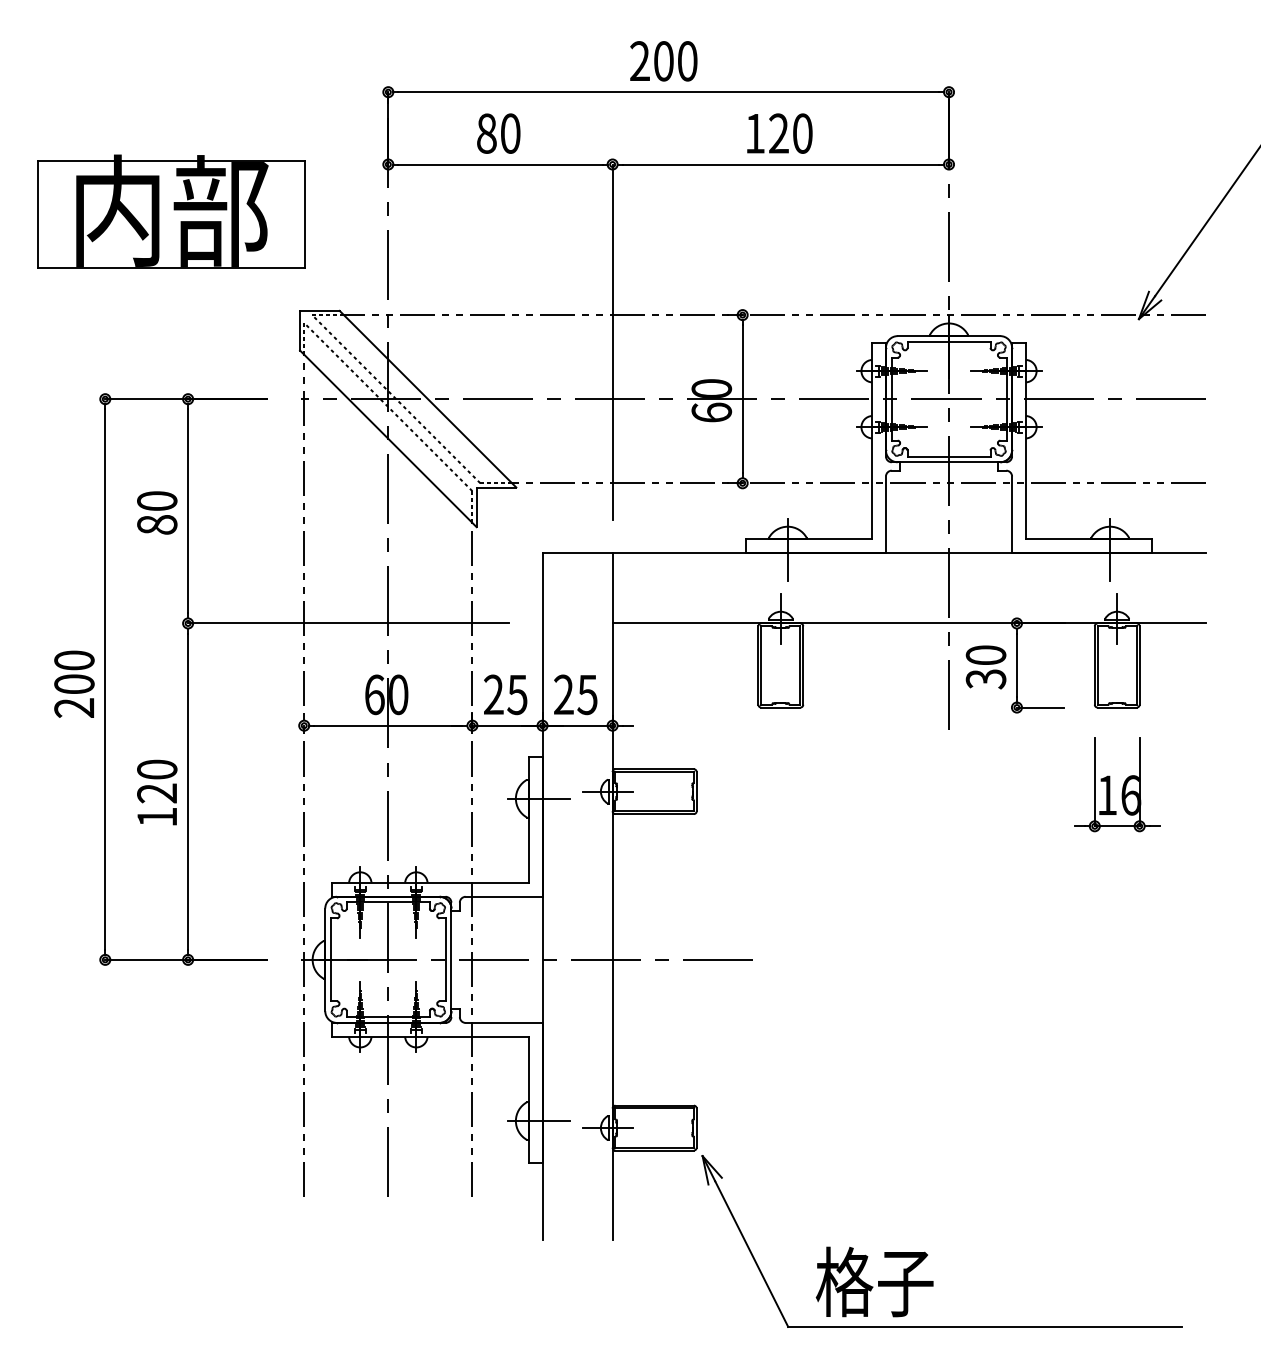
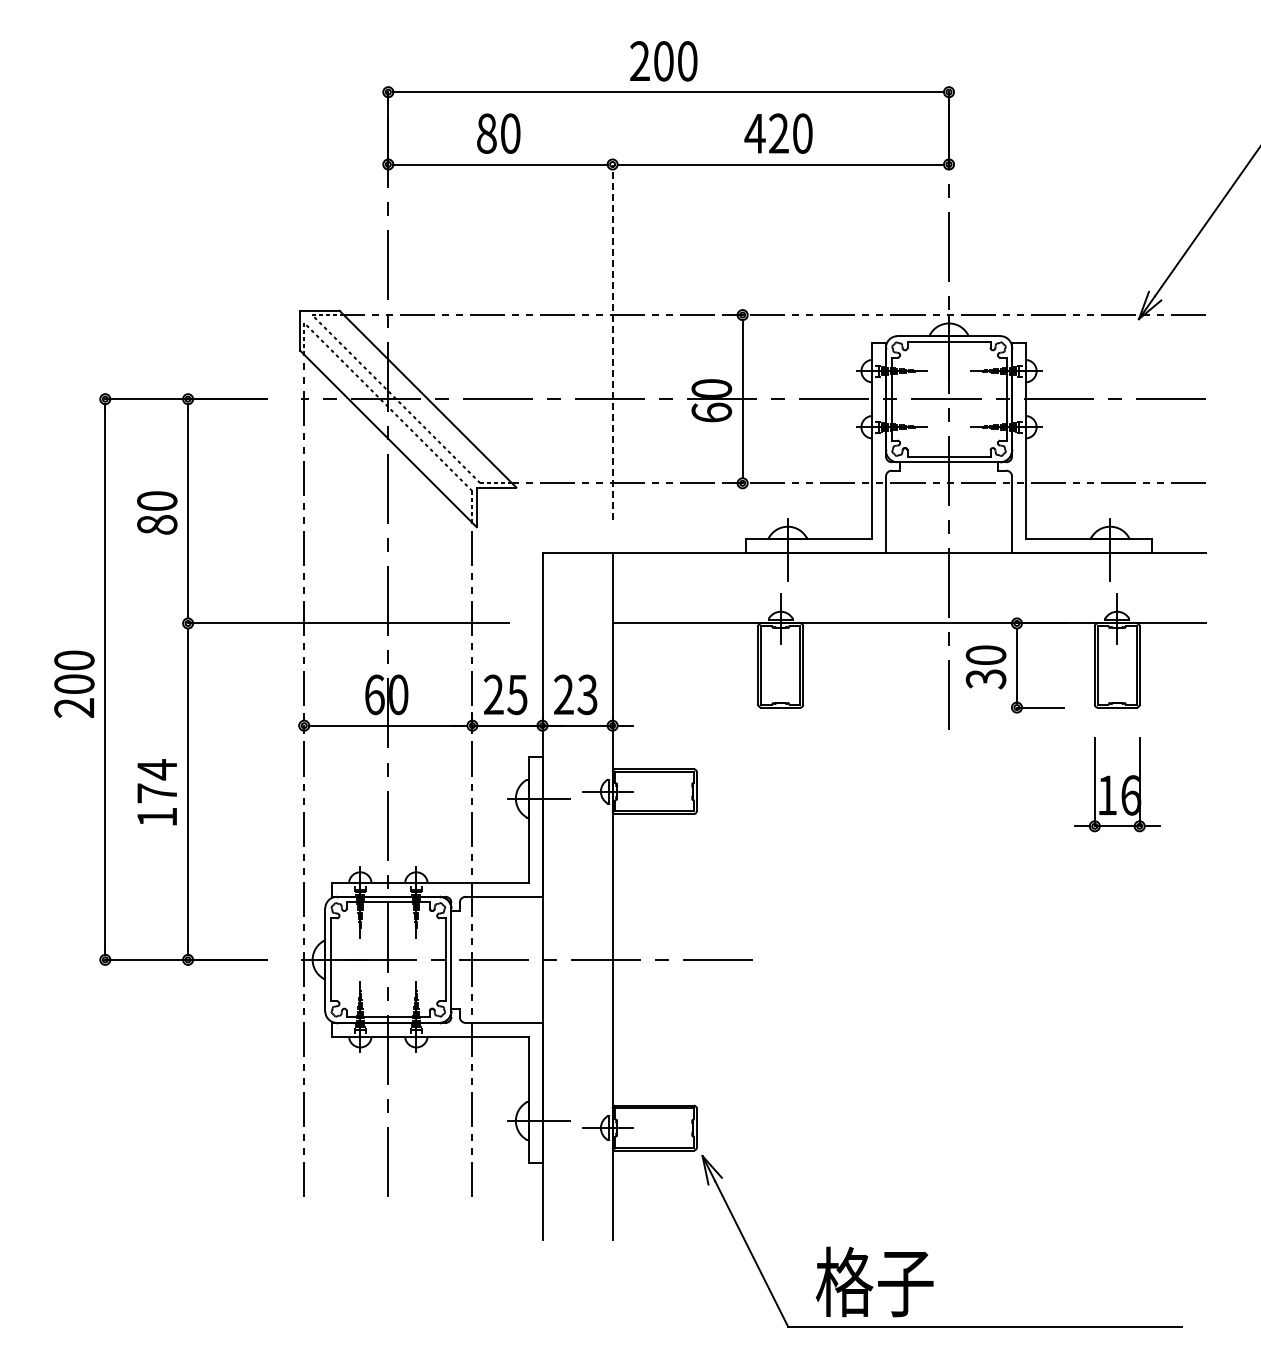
text at (754, 133): 120 -> 420
part at (171, 211): present -> none
line at (612, 342): solid -> dashed
text at (587, 694): 25 -> 23
text at (157, 781): 120 -> 174
